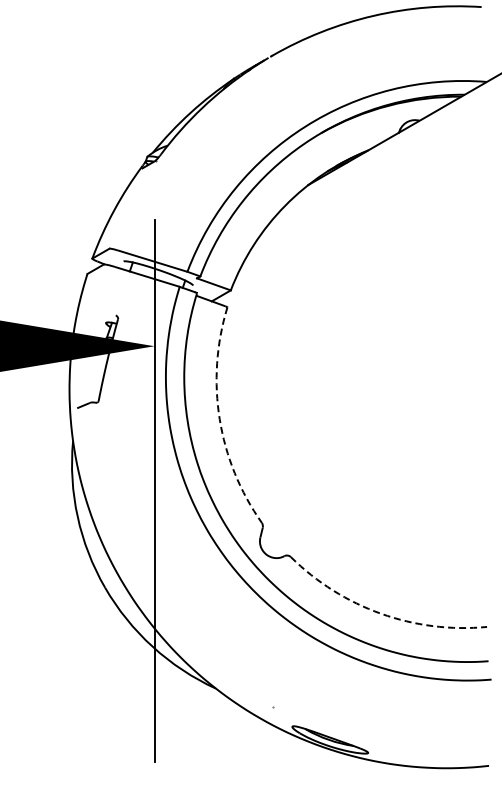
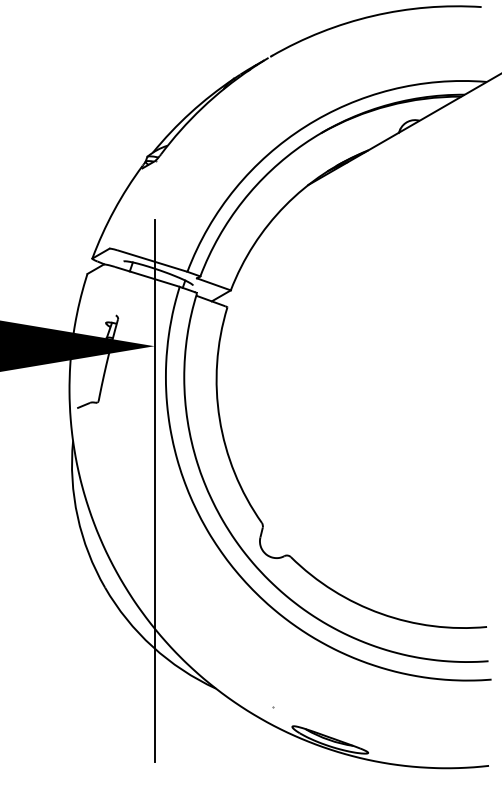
arc at (219, 419): dashed -> solid
arc at (381, 613): dashed -> solid
